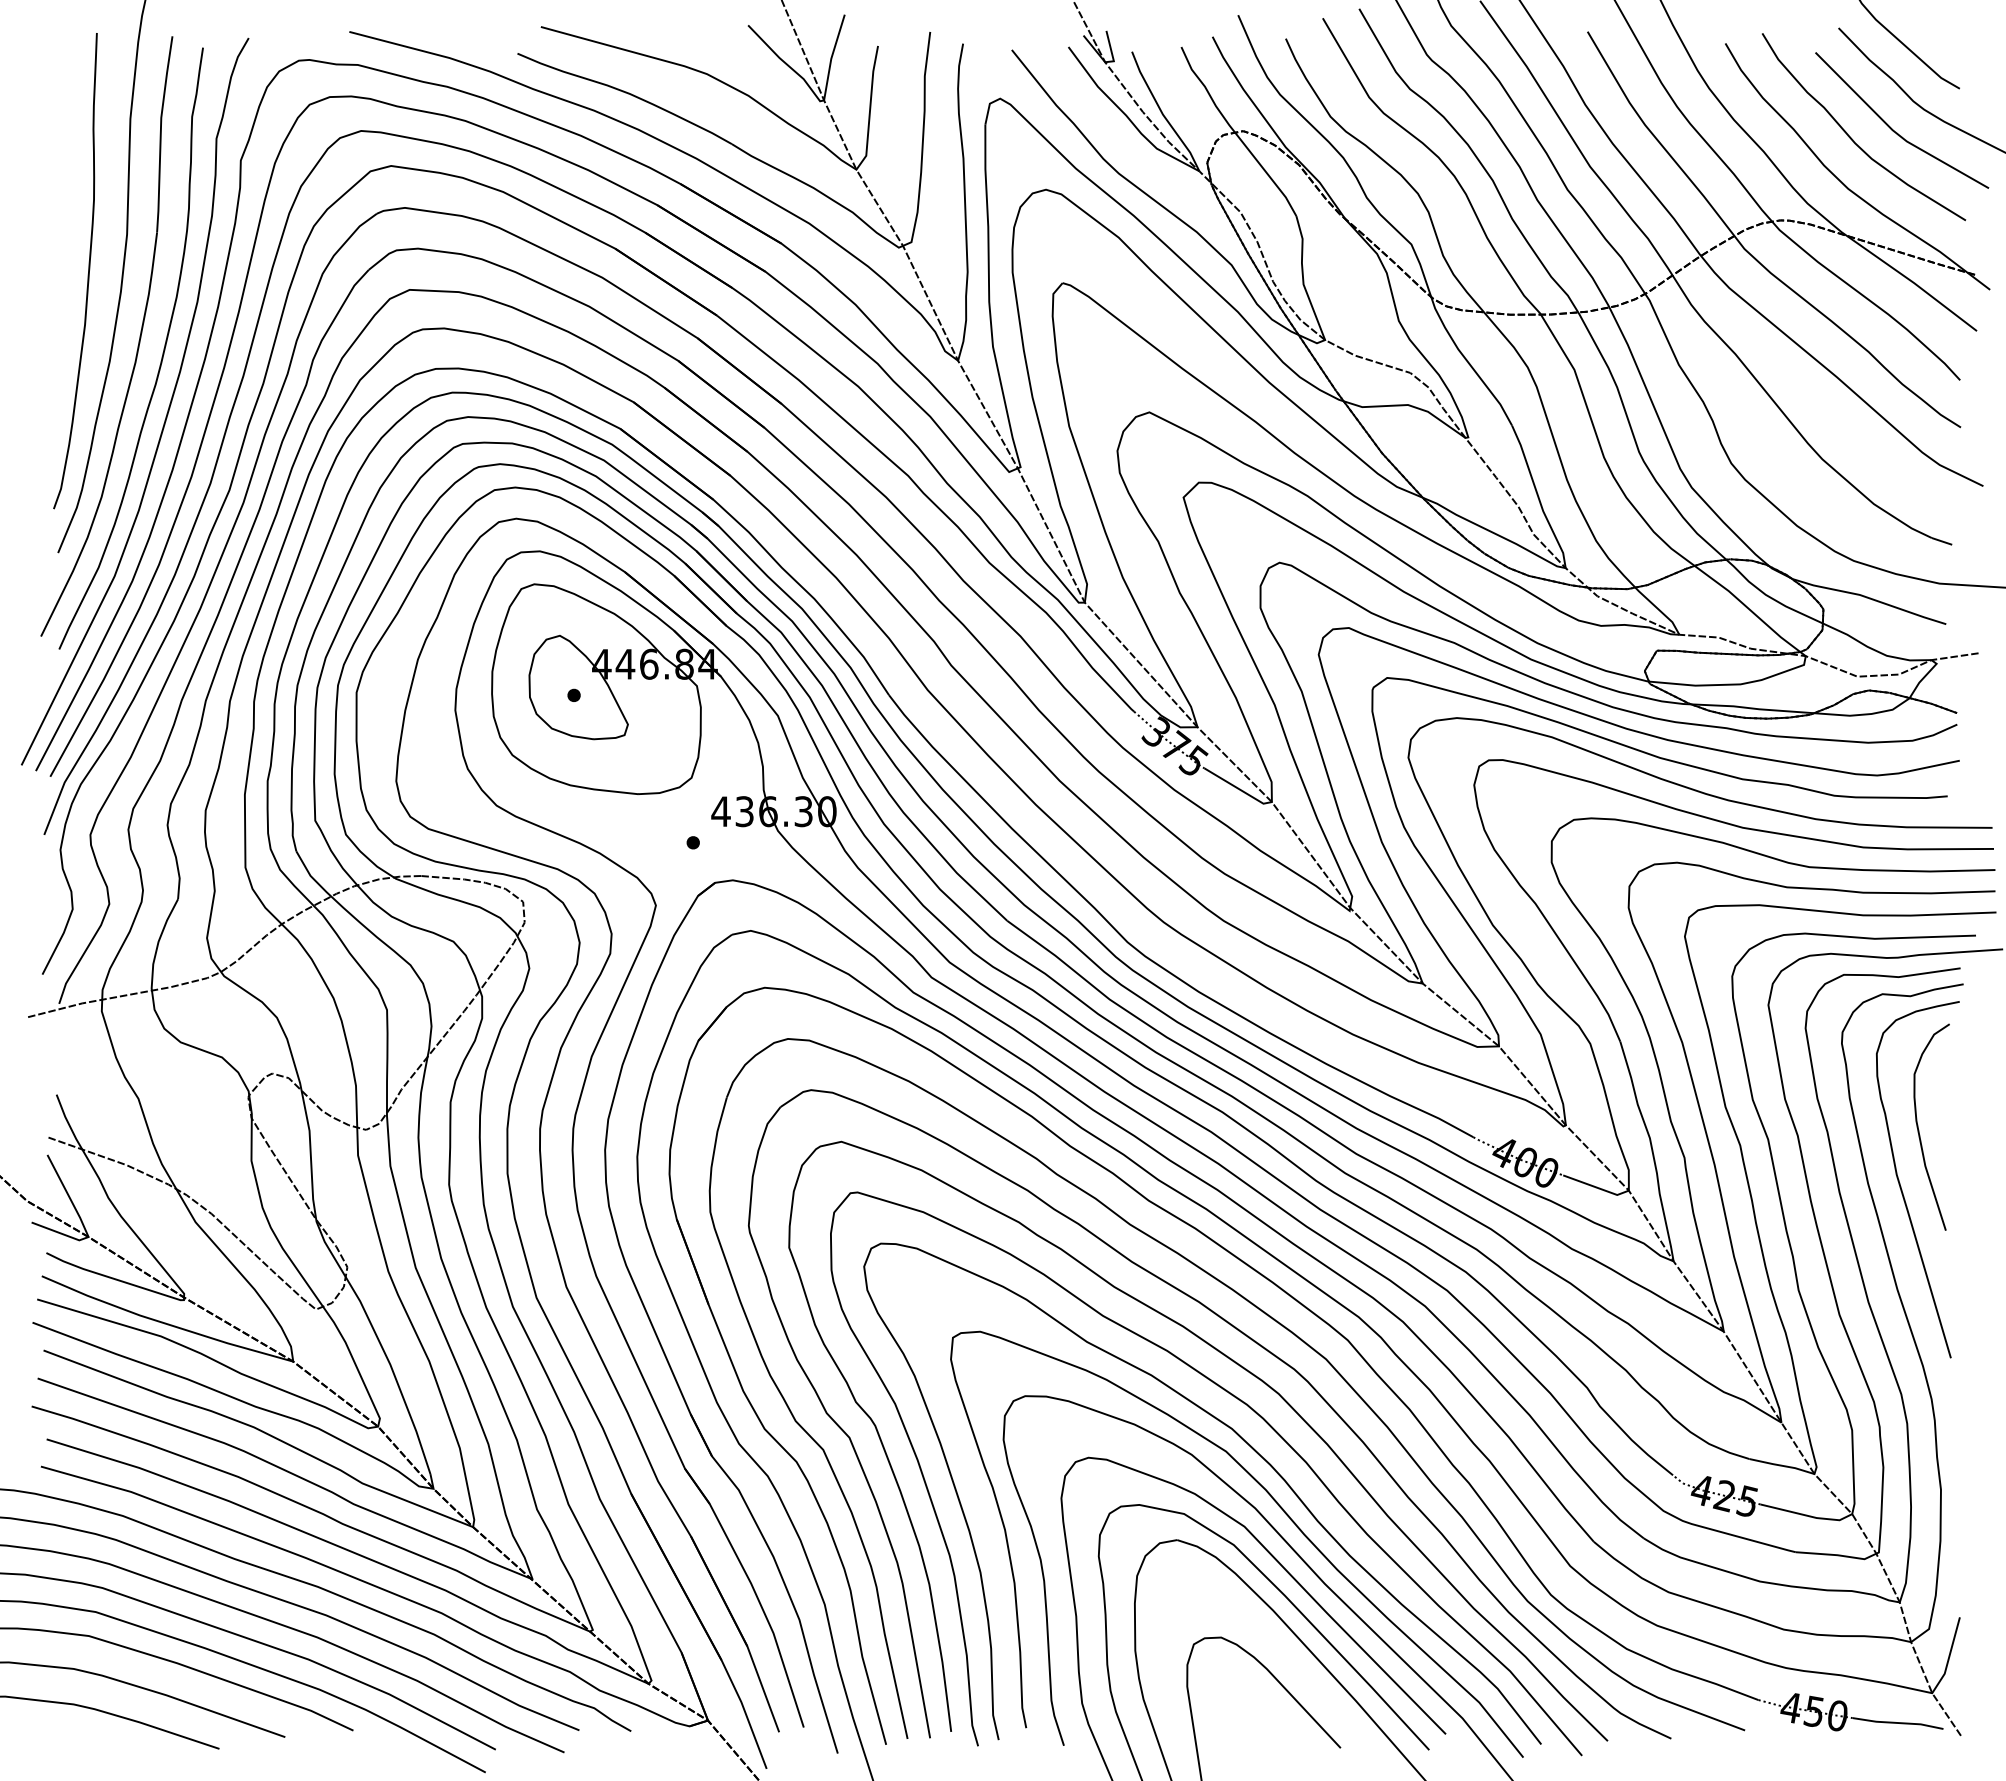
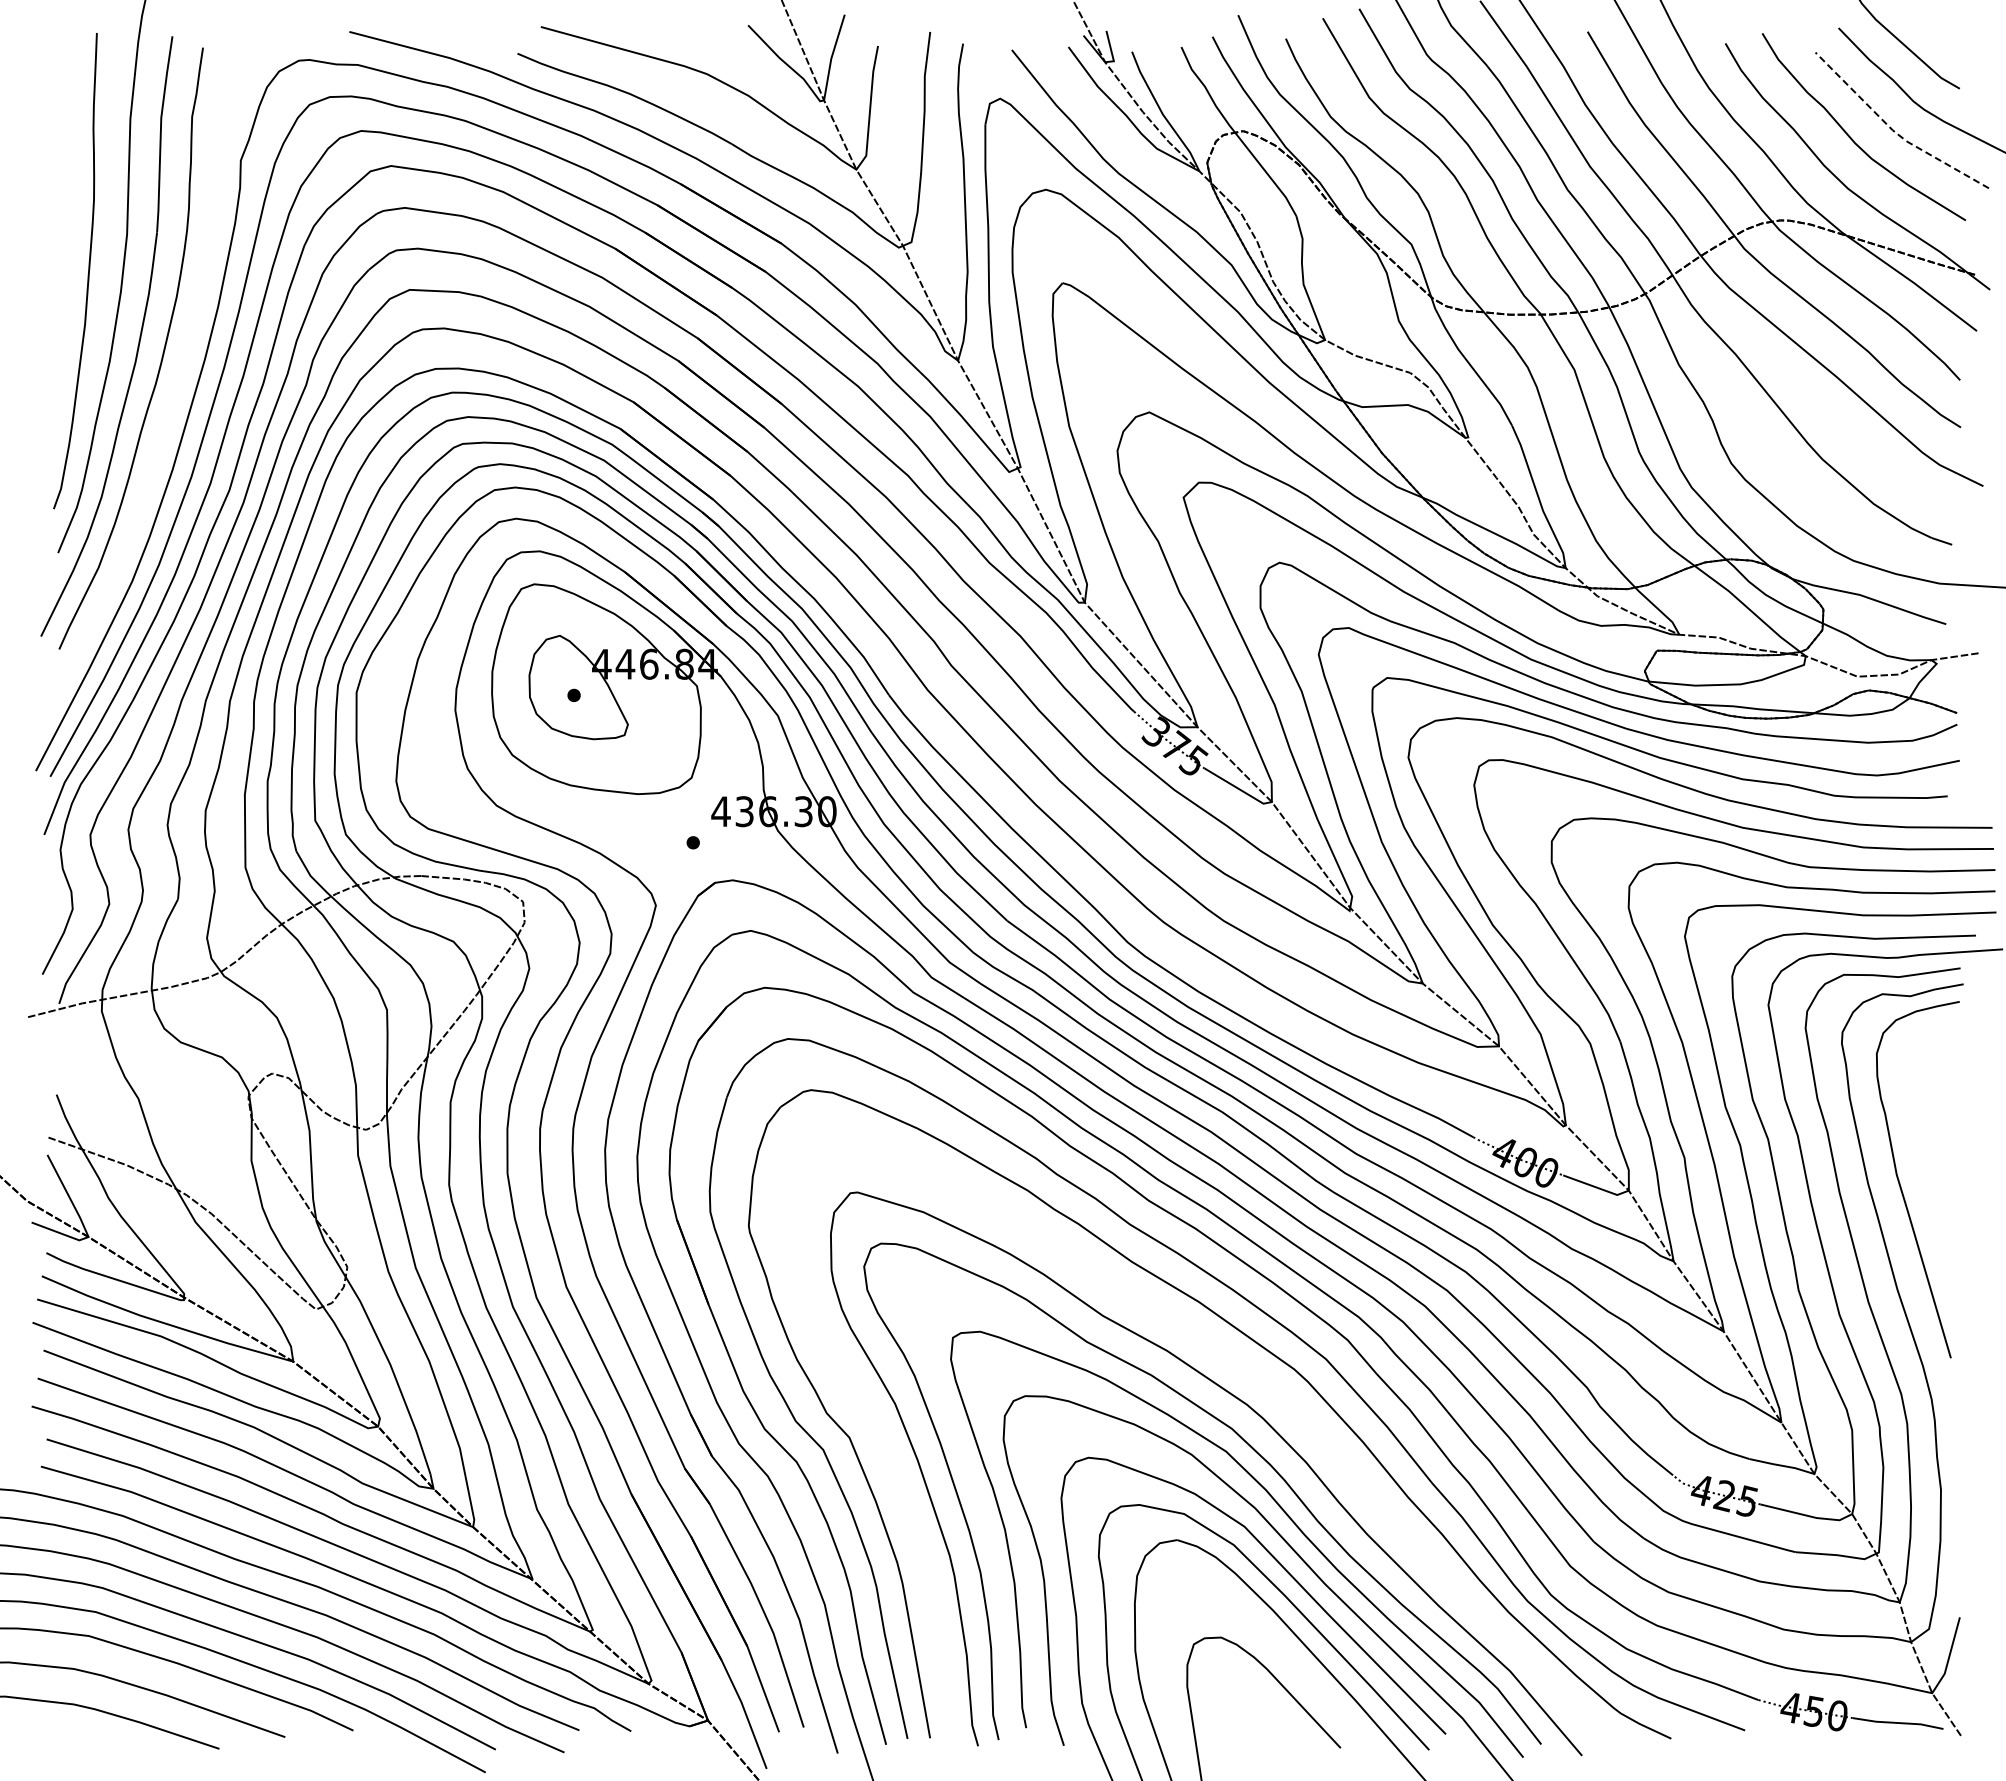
line at (1894, 131): solid -> dashed
curve at (167, 410): present -> none
curve at (1919, 1130): present -> none
curve at (1246, 1371): present -> none
